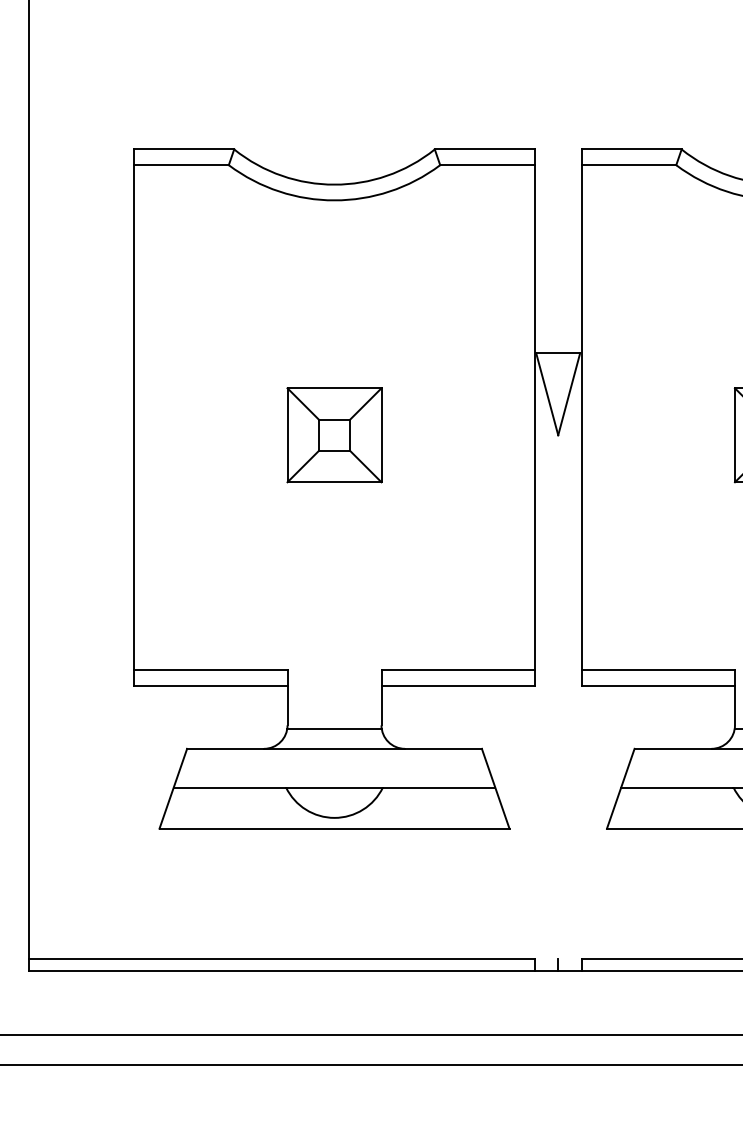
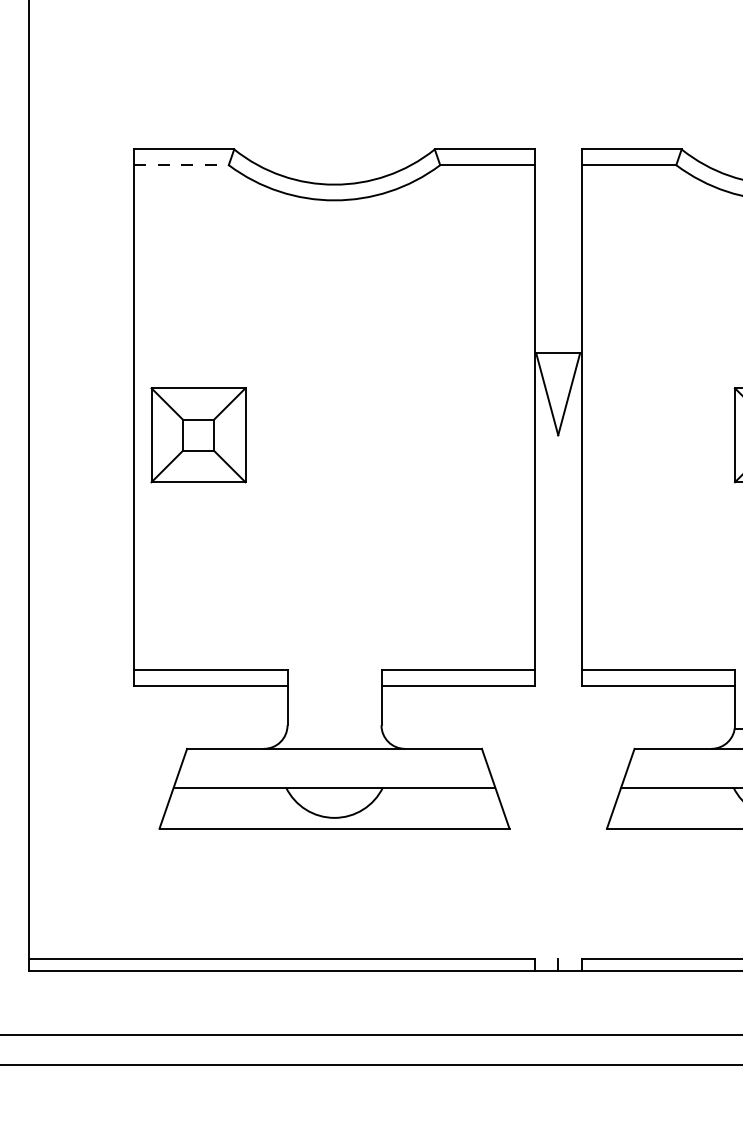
line at (182, 165): solid -> dashed
part at (334, 435) position: (334, 435) -> (198, 435)
line at (334, 728): present -> none
